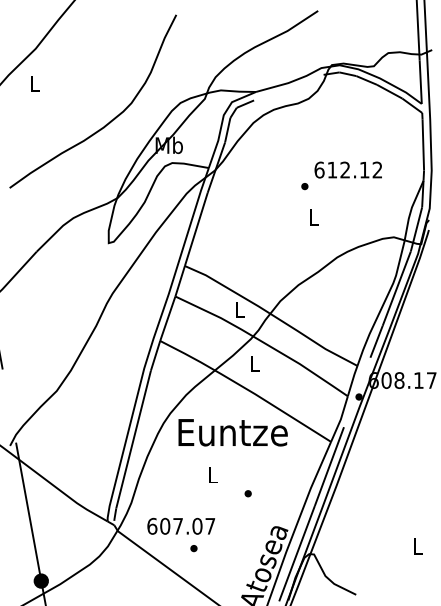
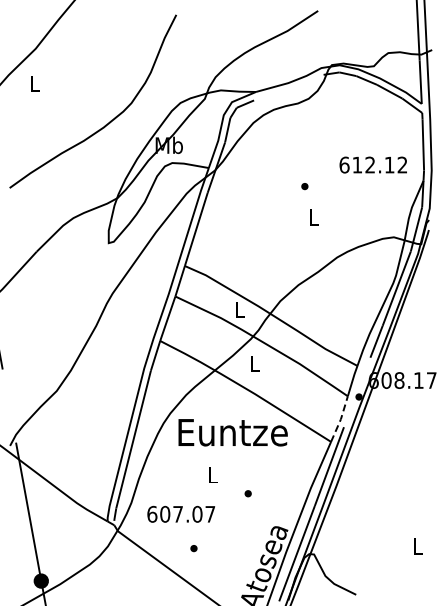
text at (347, 169) position: (347, 169) -> (372, 164)
line at (340, 419): solid -> dashed
text at (181, 525) position: (181, 525) -> (181, 513)
